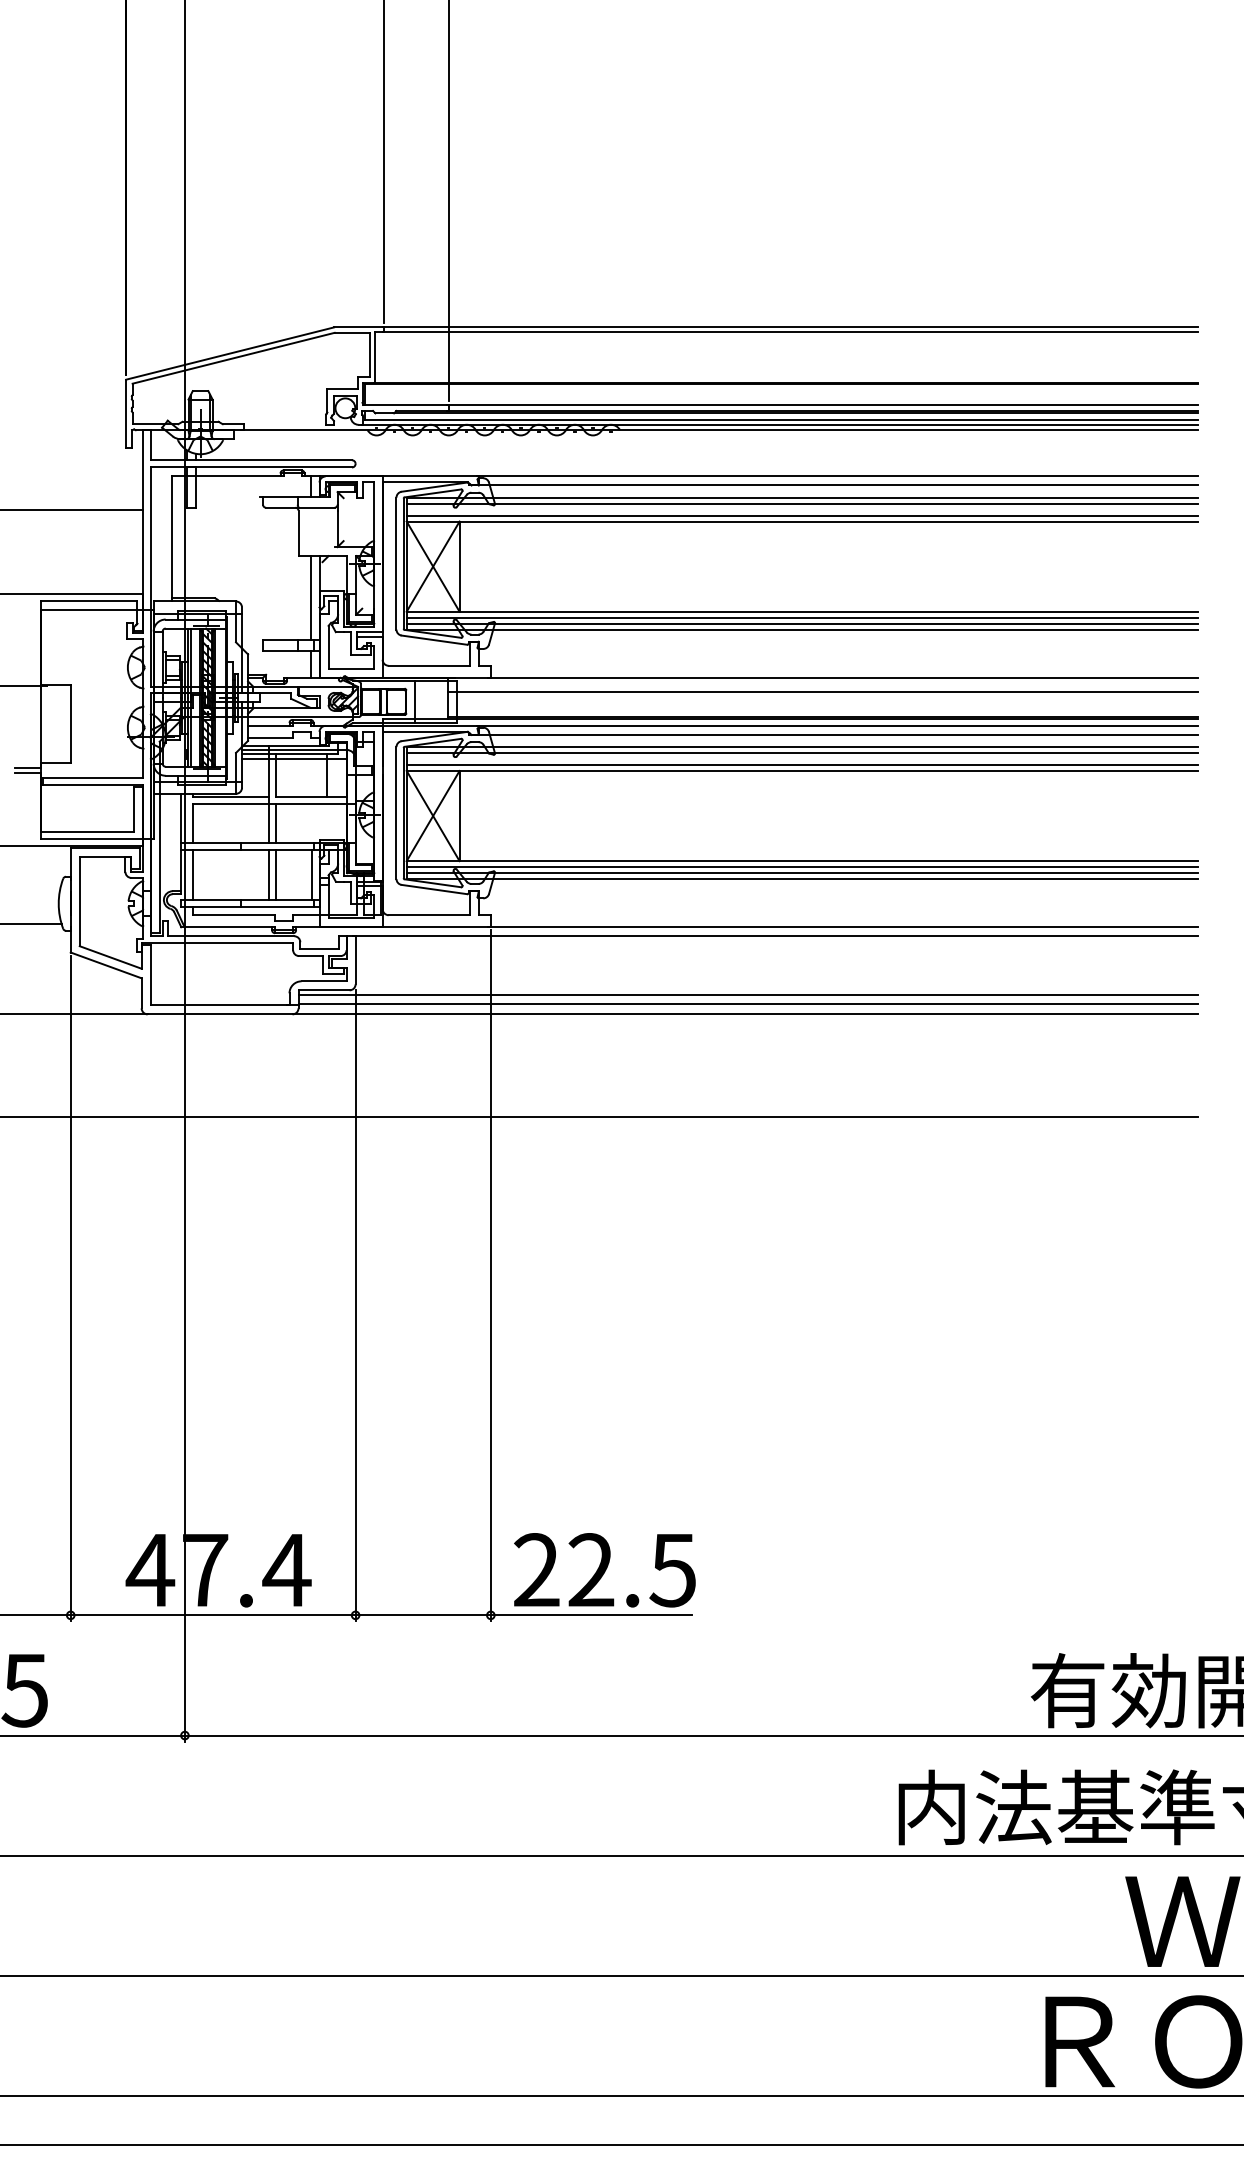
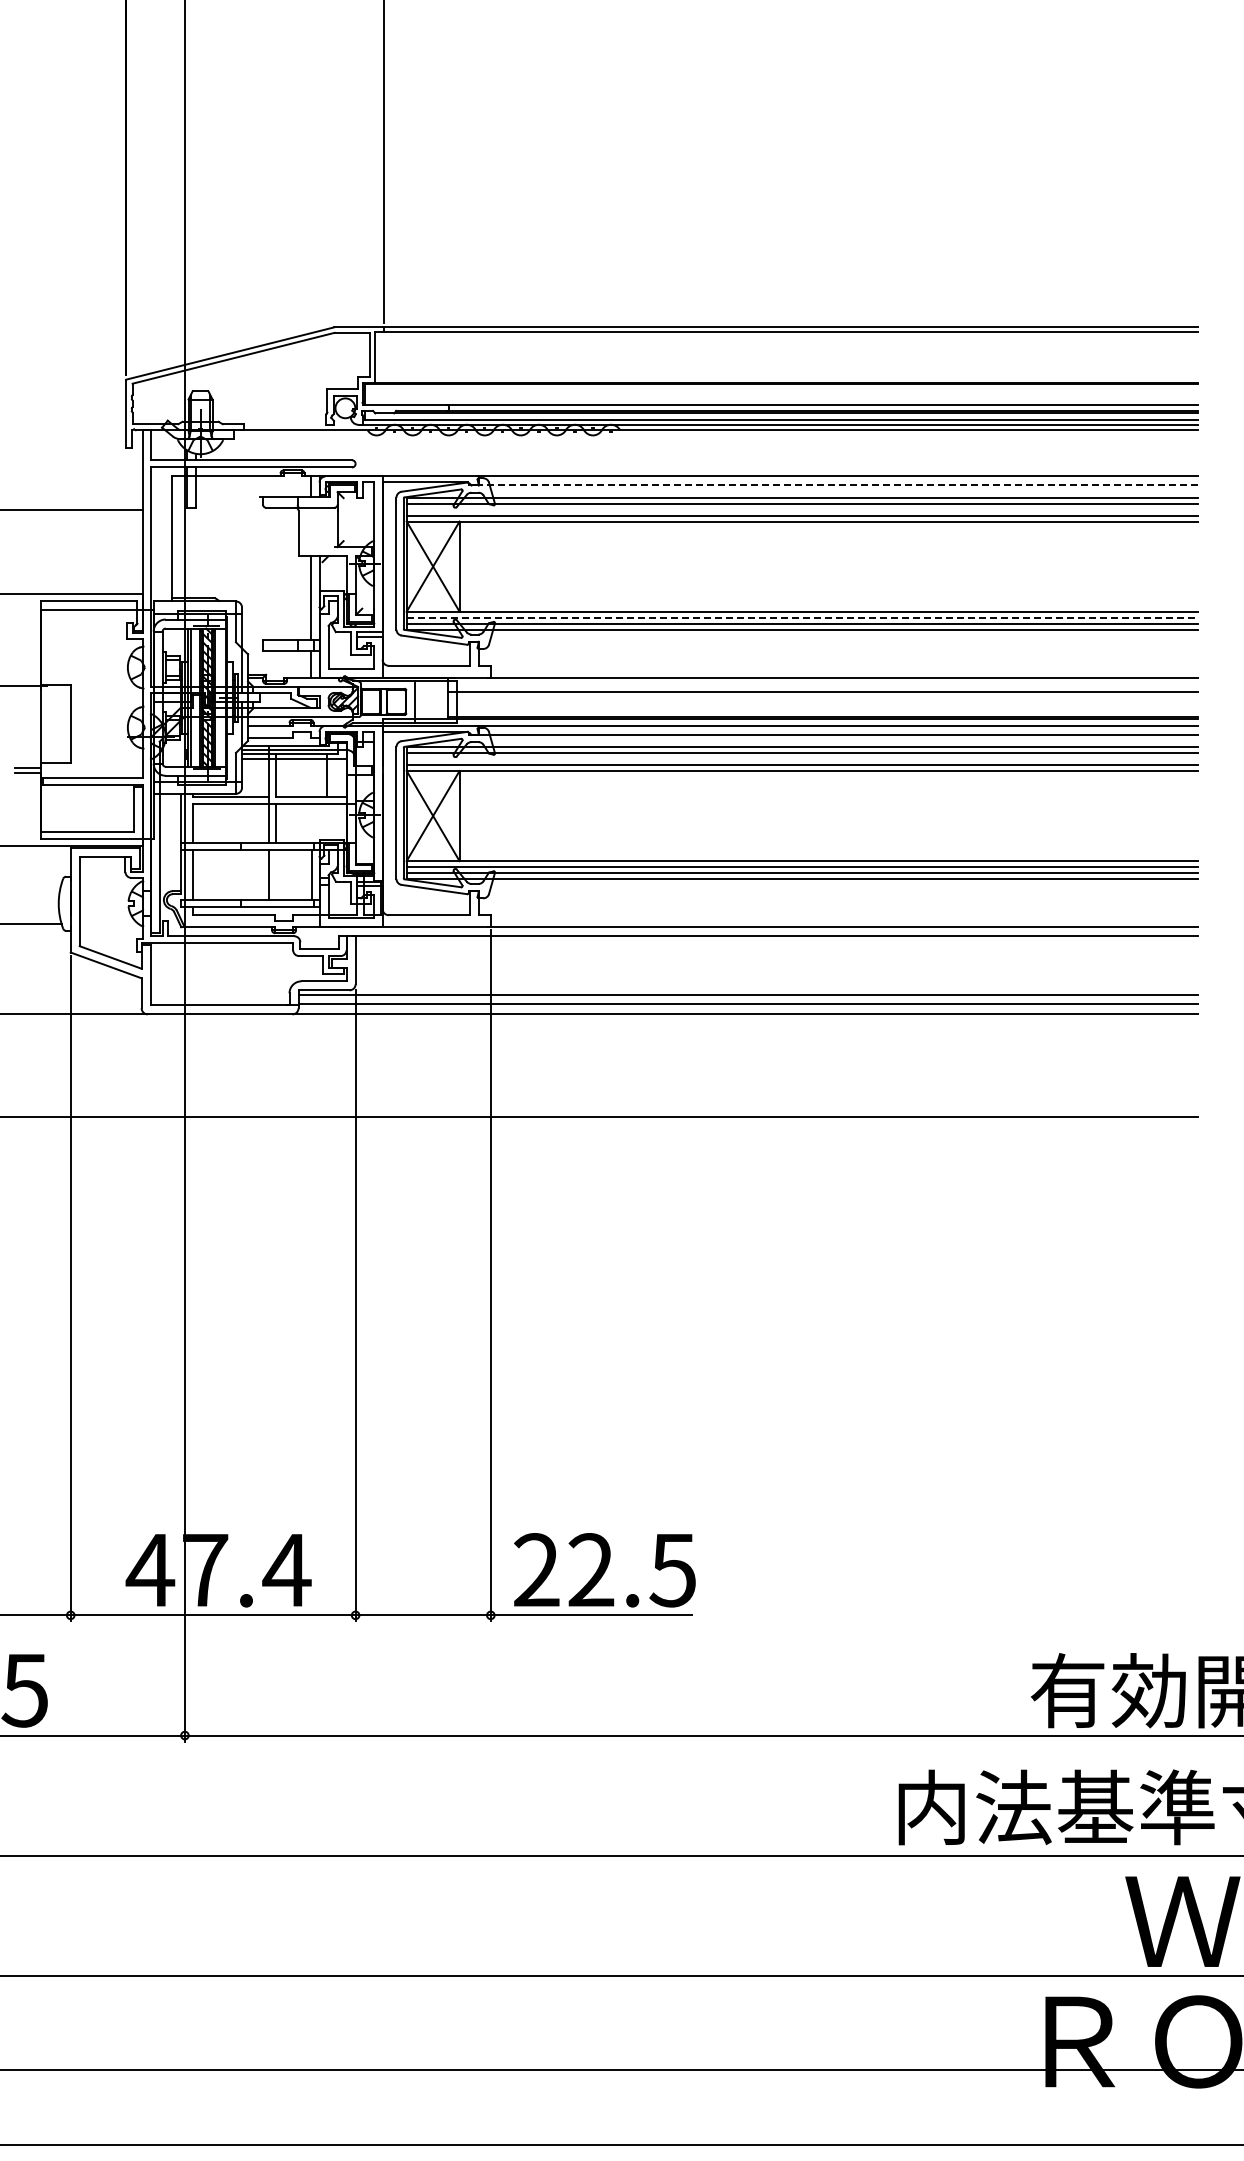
line at (448, 201): present -> none
line at (836, 485): solid -> dashed
line at (802, 617): solid -> dashed
line at (276, 874): present -> none
line at (621, 2096) position: (621, 2096) -> (621, 2070)
